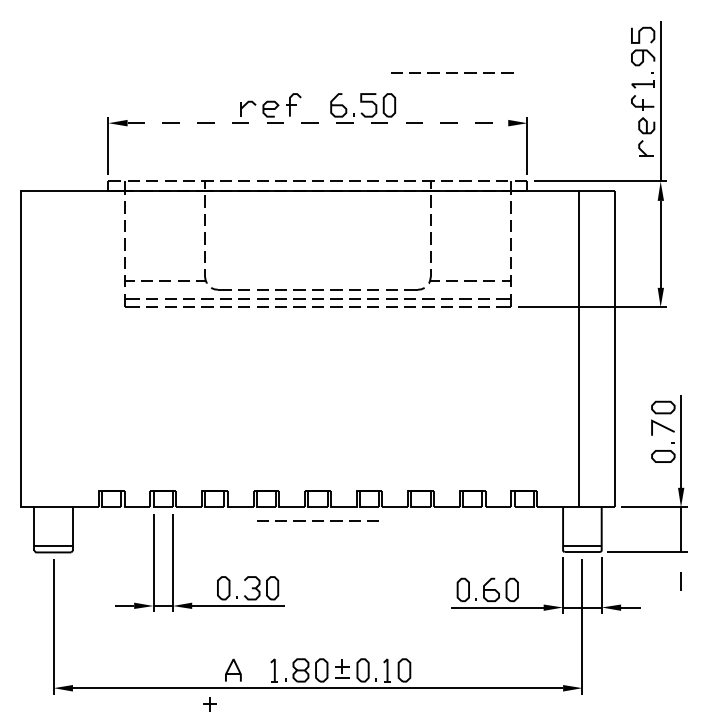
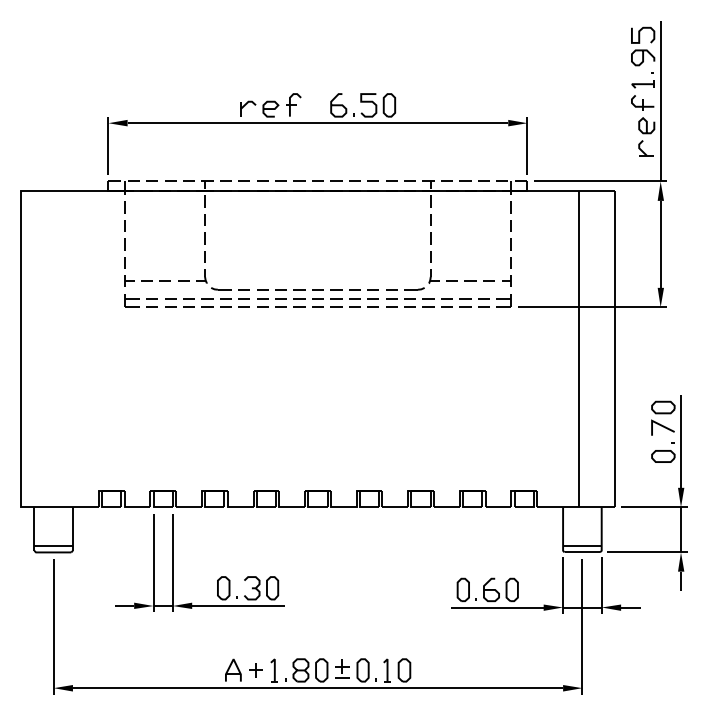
line at (451, 72): present -> none
line at (318, 123): dashed -> solid
line at (317, 520): present -> none
fill at (681, 561): none -> present
part at (209, 704) position: (209, 704) -> (255, 670)
